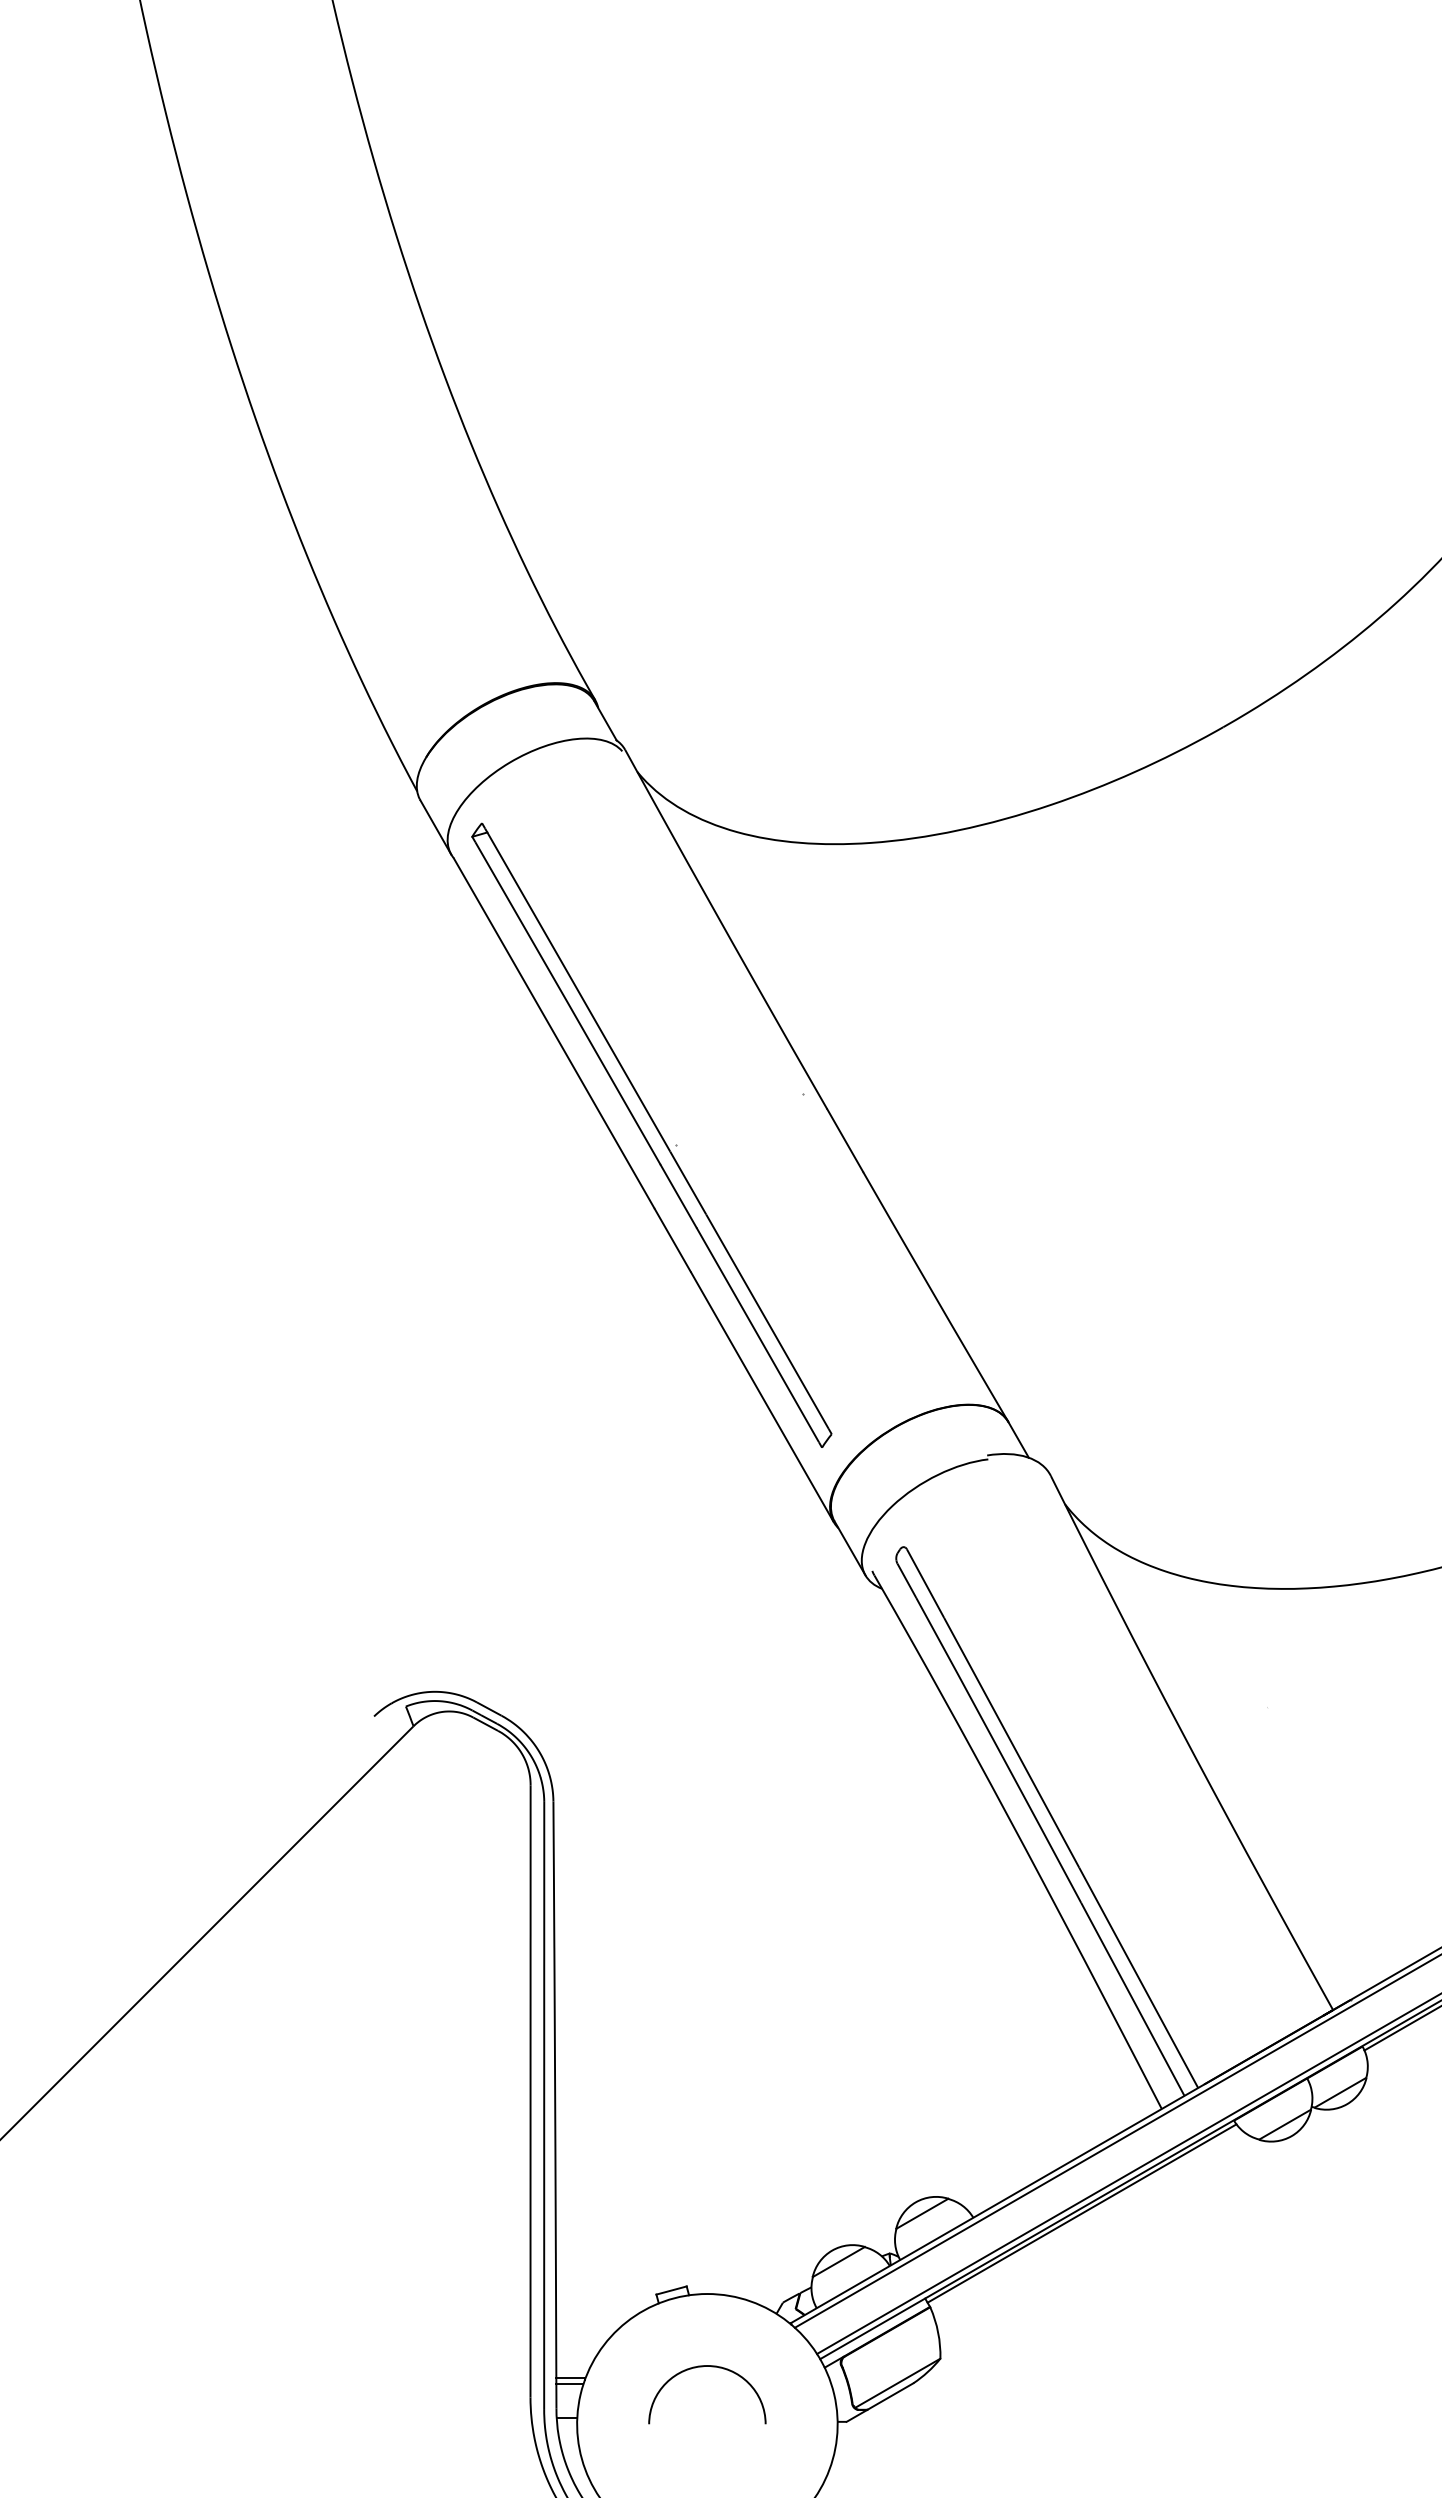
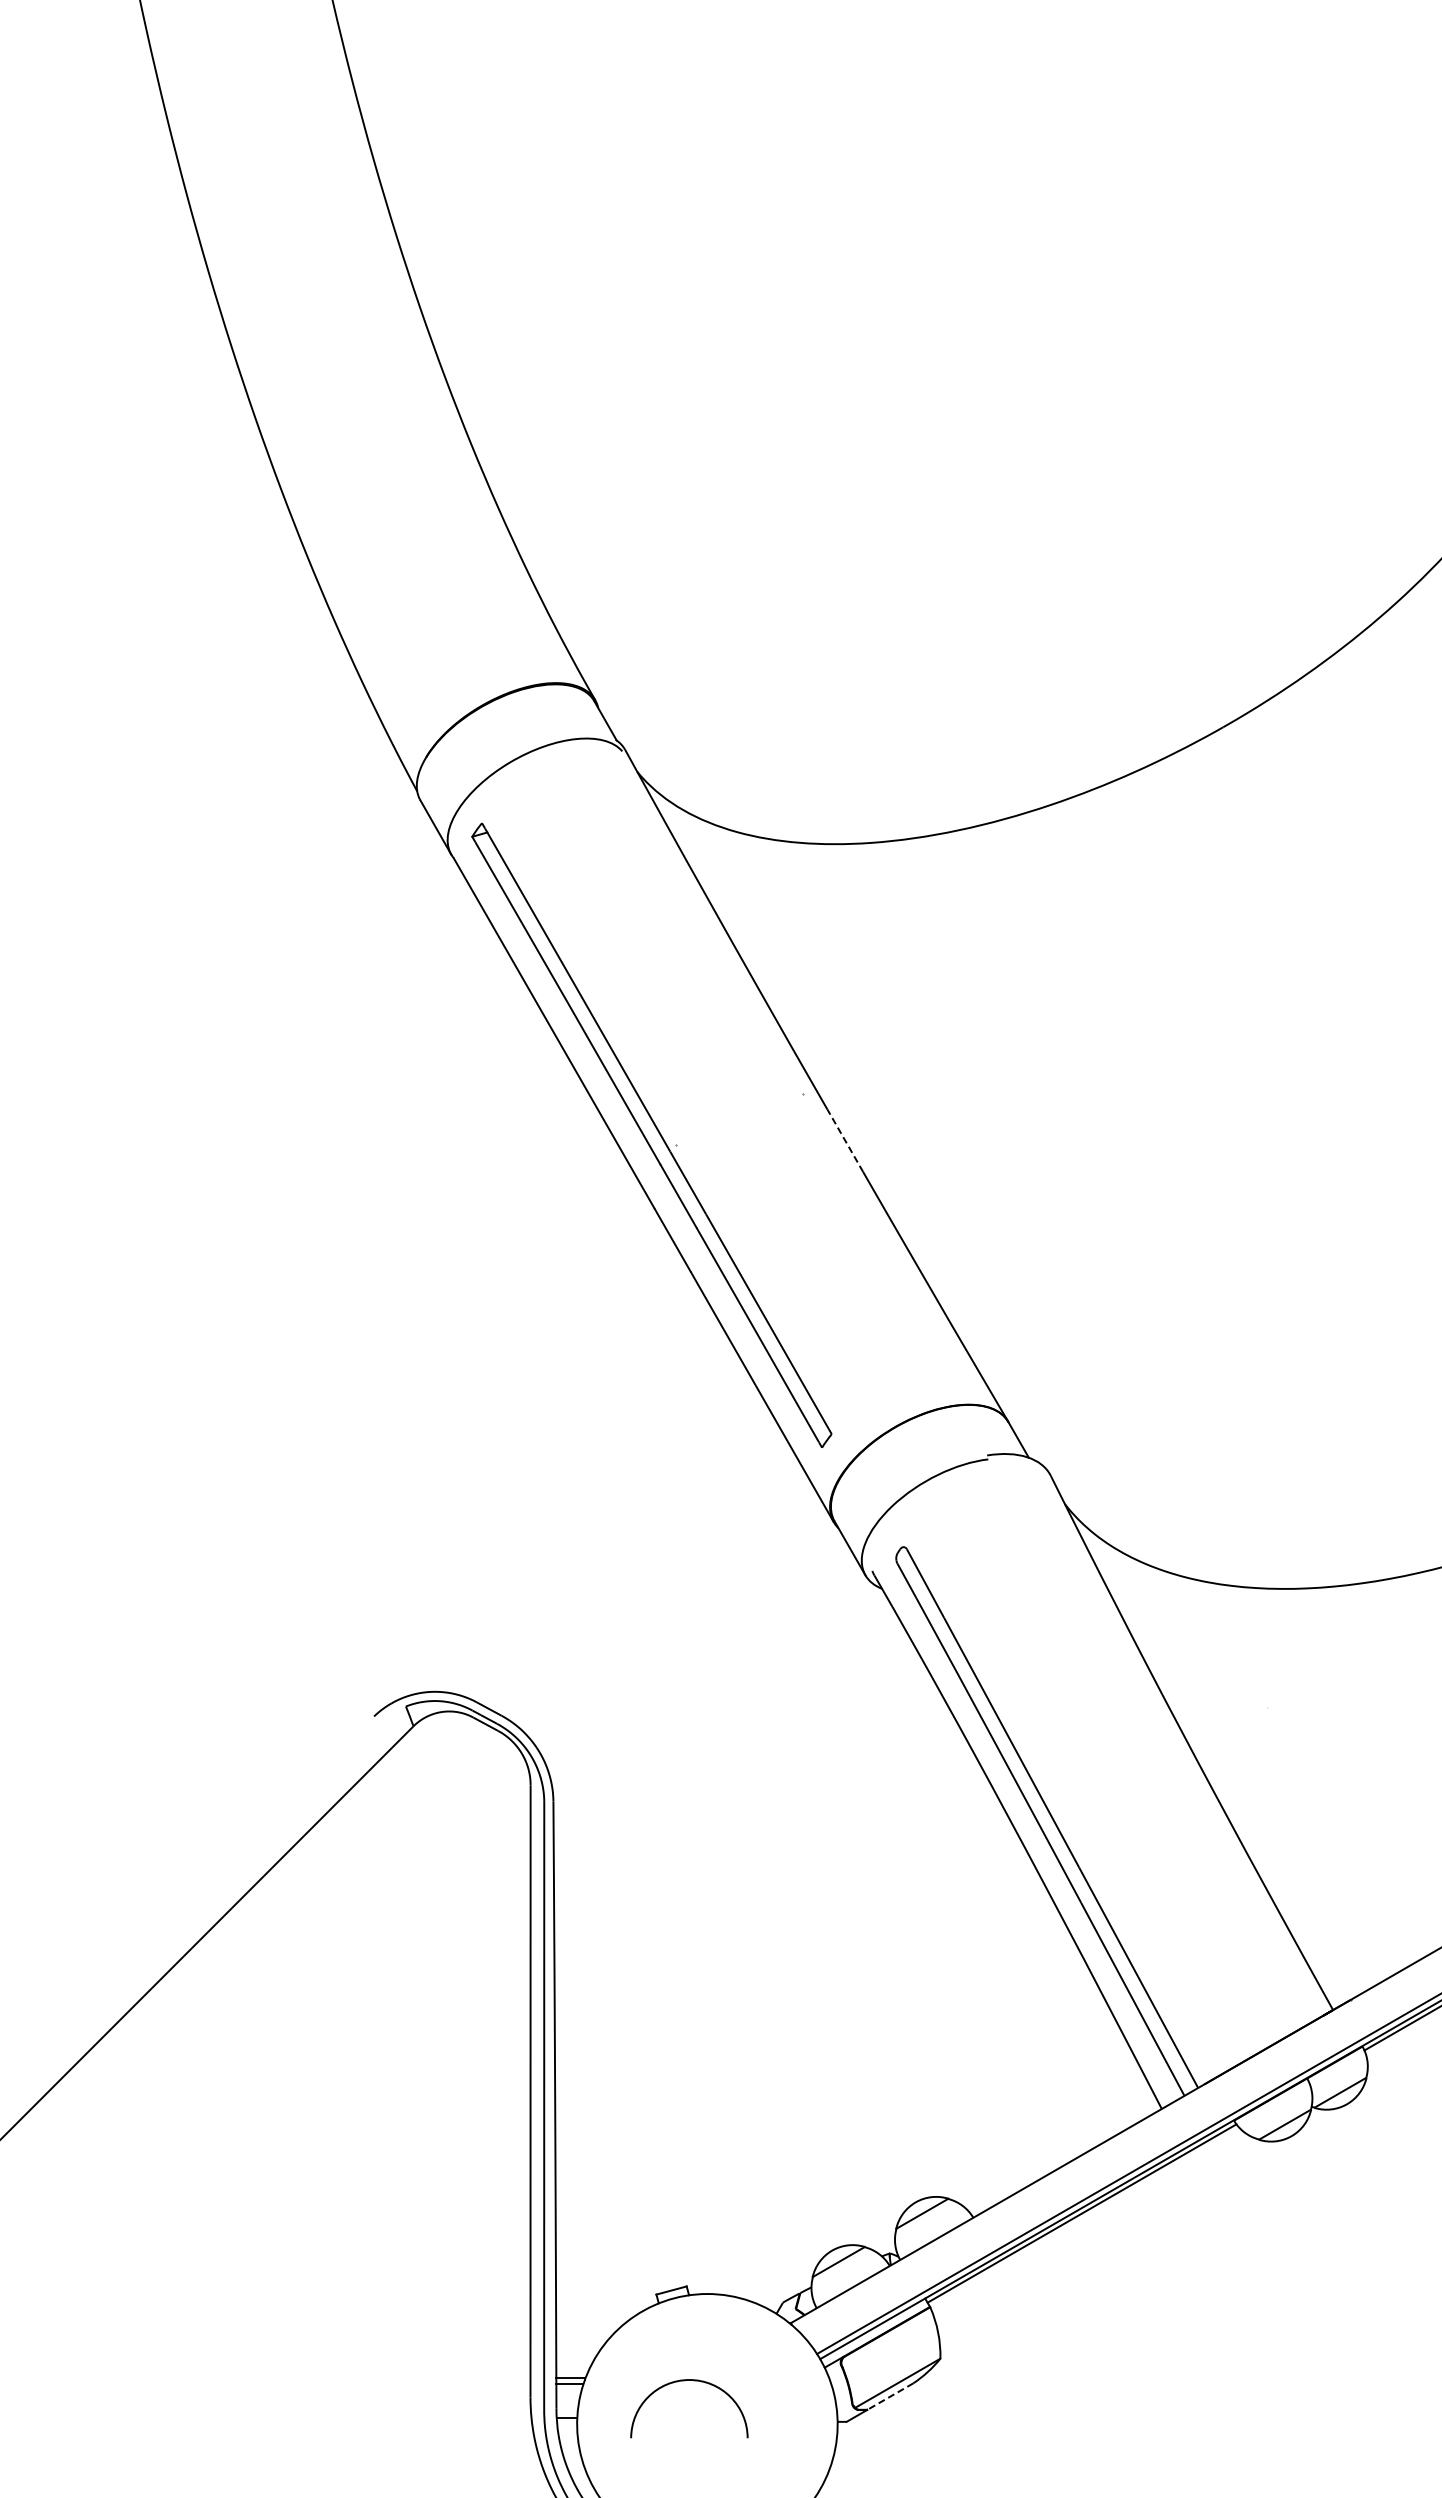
line at (844, 1140): solid -> dashed
line at (1116, 2141): present -> none
arc at (711, 2367) position: (711, 2367) -> (693, 2381)
line at (890, 2396): solid -> dashed
